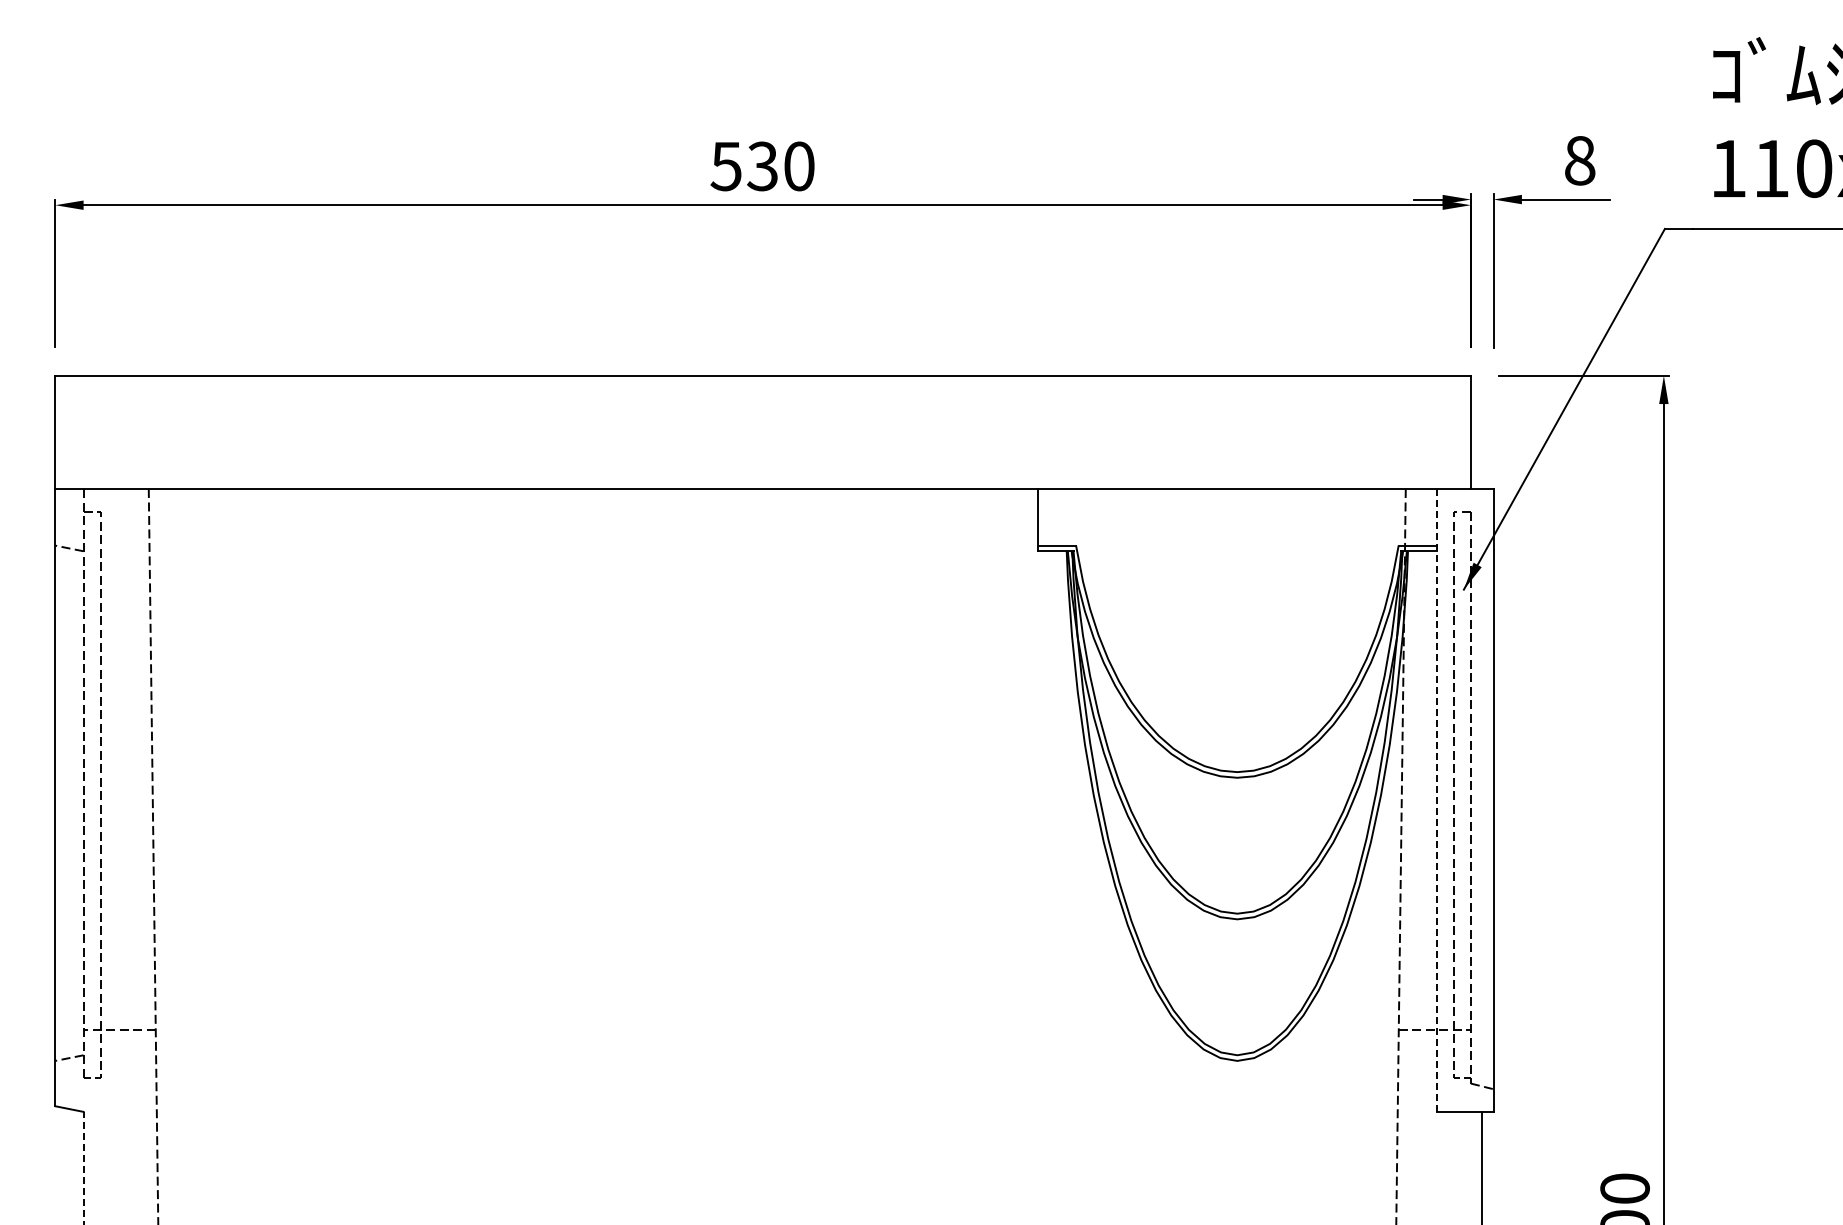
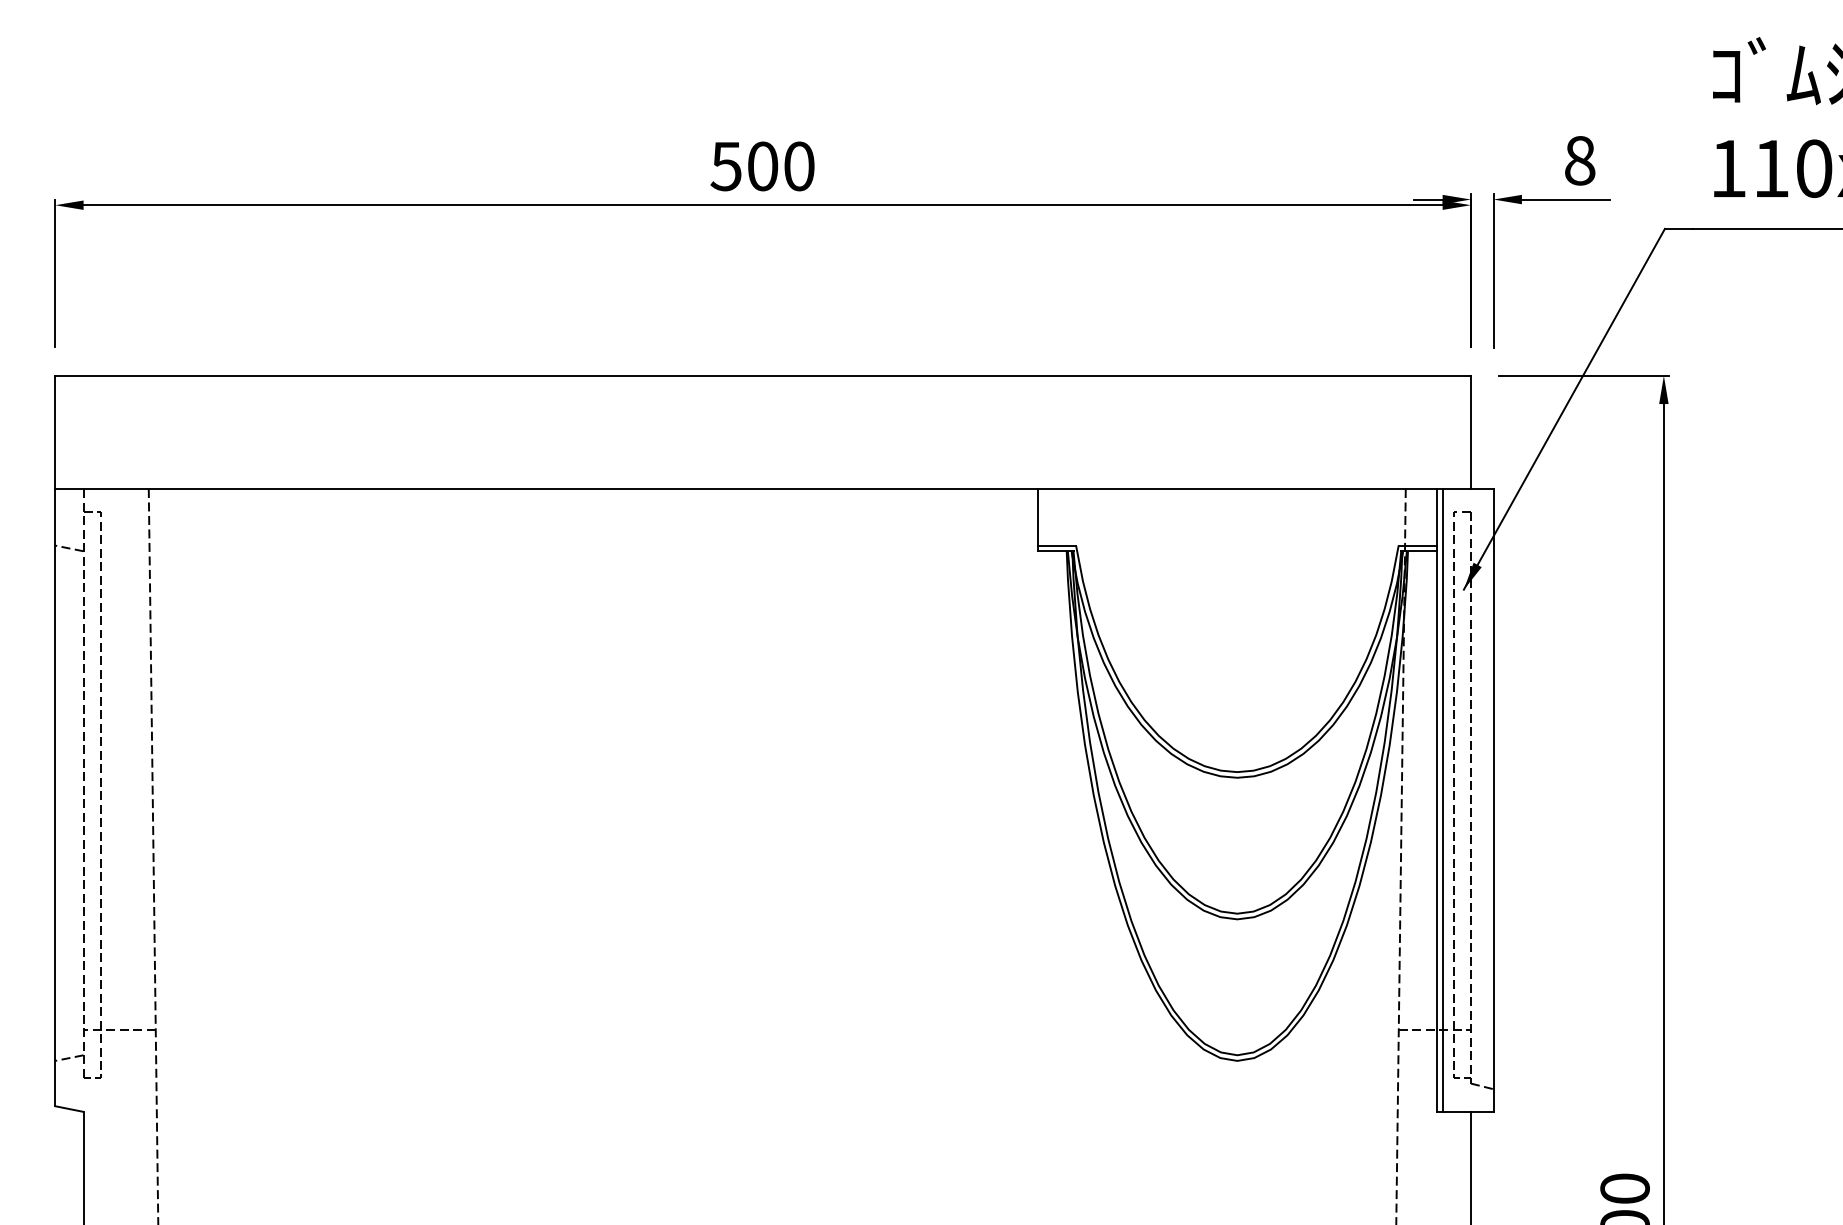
text at (762, 166): 530 -> 500
line at (1436, 800): dashed -> solid
line at (1442, 800): none -> present
line at (1481, 1166) position: (1481, 1166) -> (1470, 1166)
line at (83, 1167): dashed -> solid
